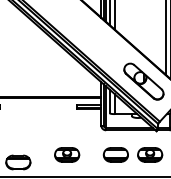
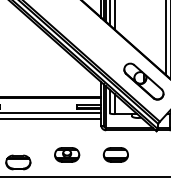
line at (51, 112): none -> present
line at (51, 118): none -> present
part at (150, 154): present -> none
